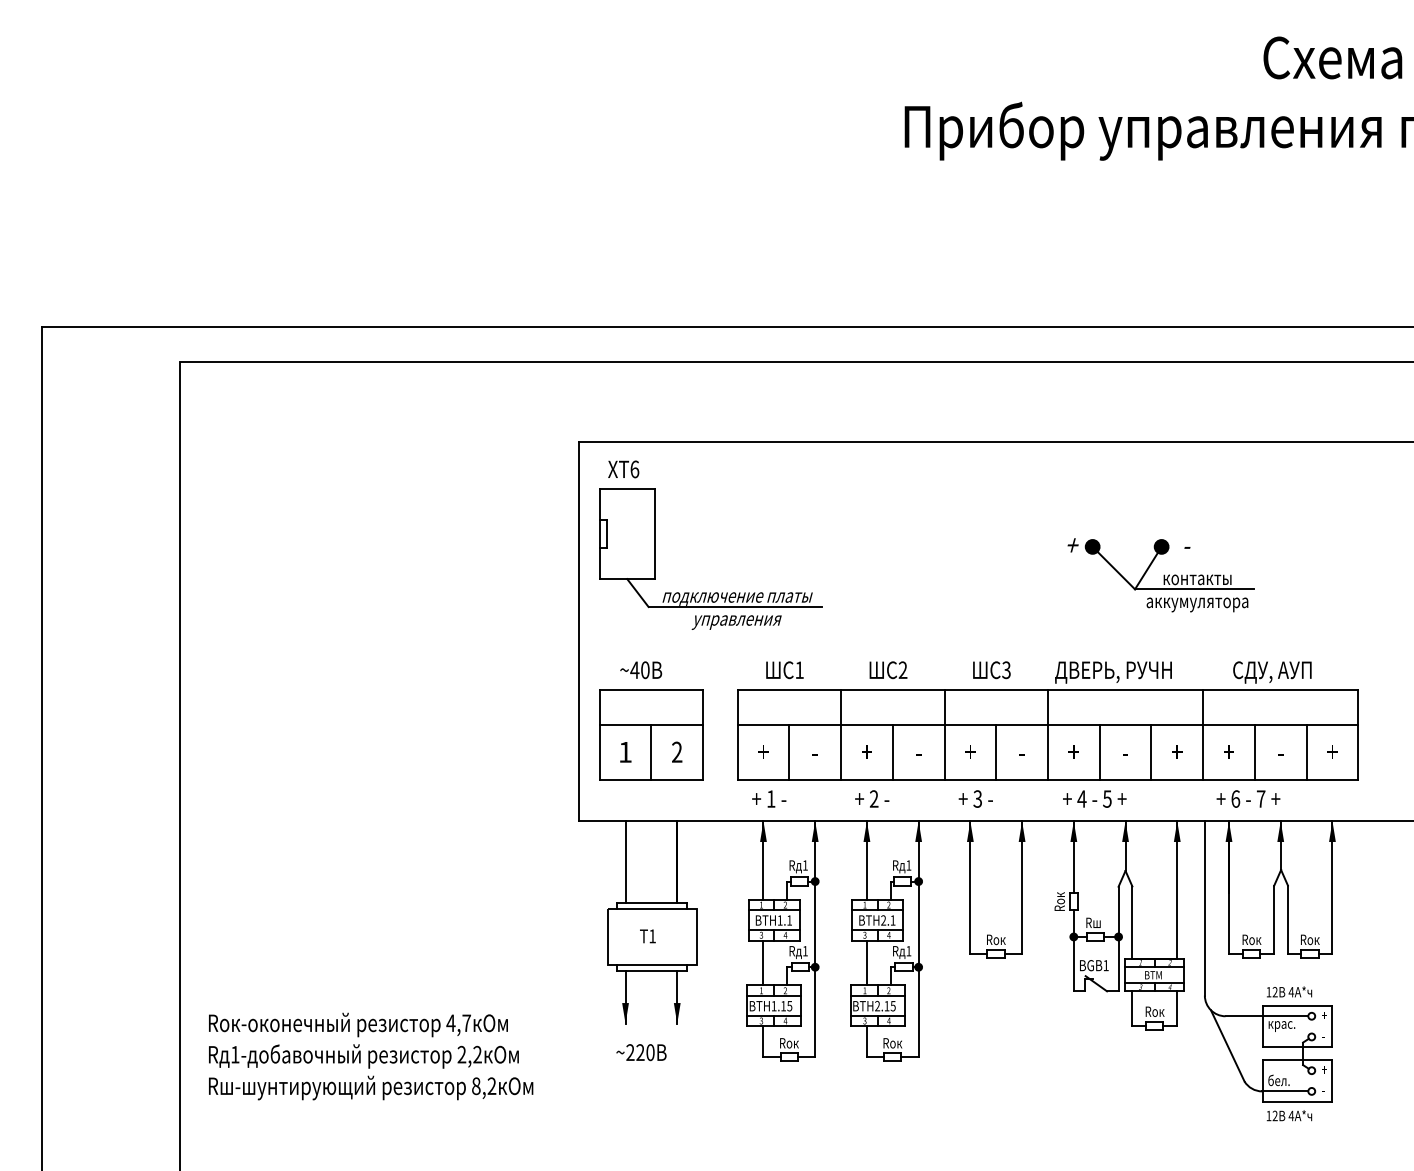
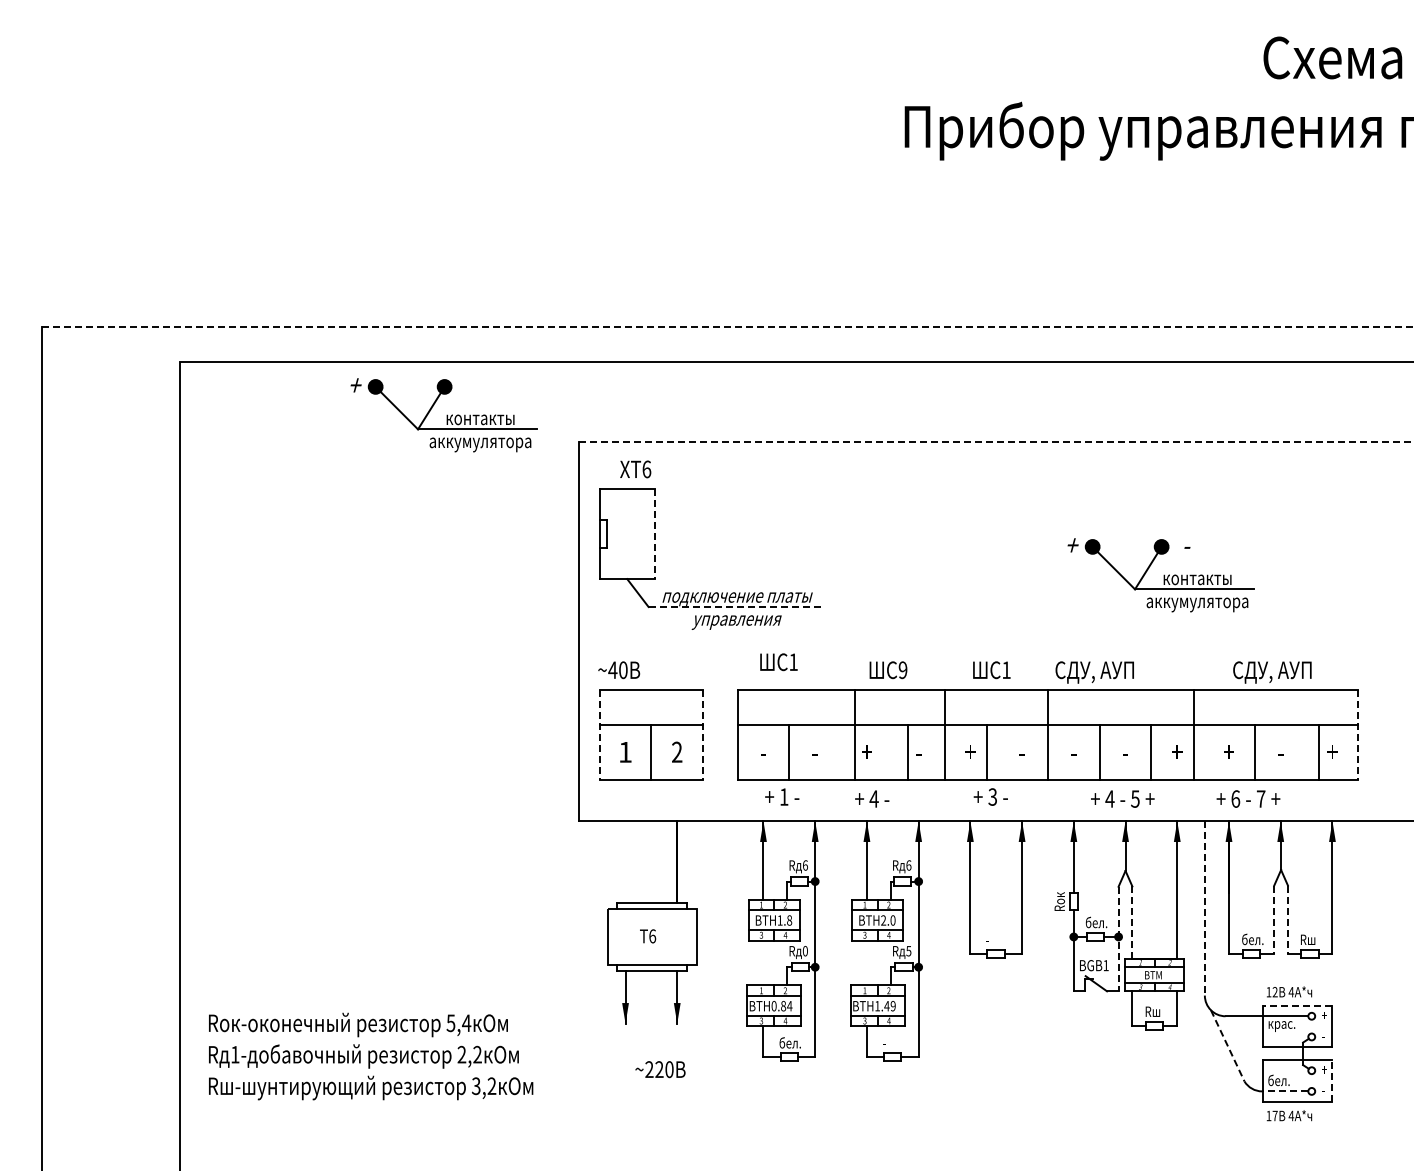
line at (728, 327): solid -> dashed
part at (443, 415): none -> present
line at (996, 441): solid -> dashed
text at (623, 469) position: (623, 469) -> (635, 469)
line at (654, 534): solid -> dashed
line at (735, 607): solid -> dashed
text at (641, 670) position: (641, 670) -> (619, 670)
text at (784, 670) position: (784, 670) -> (778, 662)
text at (902, 670): 2 -> 9
text at (1006, 670): 3 -> 1
text at (1113, 672): ДВЕРЬ, РУЧН -> СДУ, АУП
line at (841, 734) position: (841, 734) -> (855, 734)
line at (1203, 734) position: (1203, 734) -> (1194, 734)
line at (599, 735): solid -> dashed
line at (703, 735): solid -> dashed
line at (1358, 735): solid -> dashed
text at (763, 751): + -> -
line at (892, 751) position: (892, 751) -> (907, 751)
line at (996, 751) position: (996, 751) -> (987, 751)
text at (1073, 751): + -> -
line at (1306, 751) position: (1306, 751) -> (1318, 751)
text at (769, 798) position: (769, 798) -> (782, 796)
text at (873, 798): 2 -> 4
text at (975, 798) position: (975, 798) -> (990, 796)
text at (1094, 798) position: (1094, 798) -> (1122, 798)
line at (625, 862): present -> none
text at (805, 865): 1 -> 6
text at (908, 865): 1 -> 6
line at (1204, 908): solid -> dashed
text at (789, 920): BTH1.1 -> BTH1.8
text at (892, 920): BTH2.1 -> BTH2.0
line at (1274, 920): solid -> dashed
line at (1287, 920): solid -> dashed
text at (1096, 922): Rш -> бел.
line at (1132, 923): solid -> dashed
text at (652, 936): 1 -> 6
text at (995, 939): Rок -> -
line at (1118, 939): solid -> dashed
text at (1252, 939): Rок -> бел.
text at (1313, 941): Rок -> Rш
text at (804, 950): 1 -> 0
text at (908, 951): 1 -> 5
line at (763, 962): present -> none
line at (866, 962): present -> none
text at (781, 1005): BTH1.15 -> BTH0.84
text at (885, 1005): BTH2.15 -> BTH1.49
line at (1297, 1005): solid -> dashed
text at (1158, 1012): Rок -> Rш
text at (458, 1023): 4,7 -> 5,4
text at (789, 1042): Rок -> бел.
text at (892, 1043): Rок -> -
line at (1227, 1046): solid -> dashed
text at (641, 1052) position: (641, 1052) -> (660, 1069)
line at (1332, 1081): solid -> dashed
text at (475, 1085): 8,2 -> 3,2
line at (1284, 1091): solid -> dashed
text at (1274, 1115): 12 -> 17
